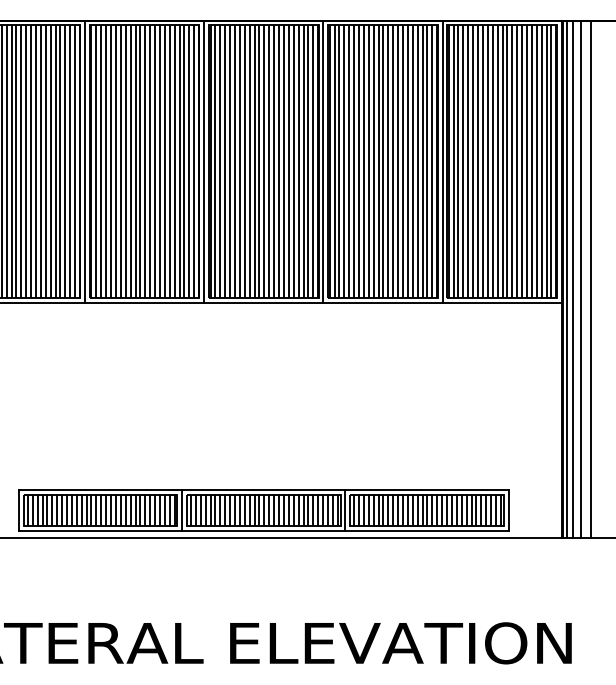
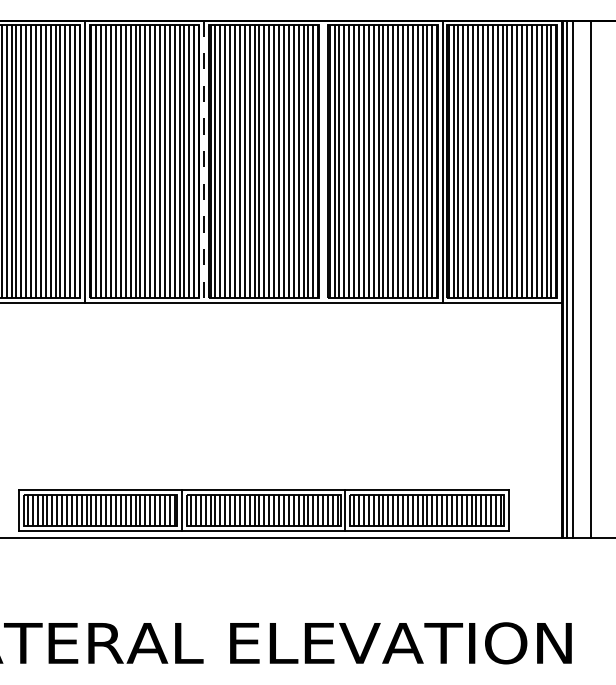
line at (323, 161): present -> none
line at (204, 162): solid -> dashed
line at (580, 278): present -> none
